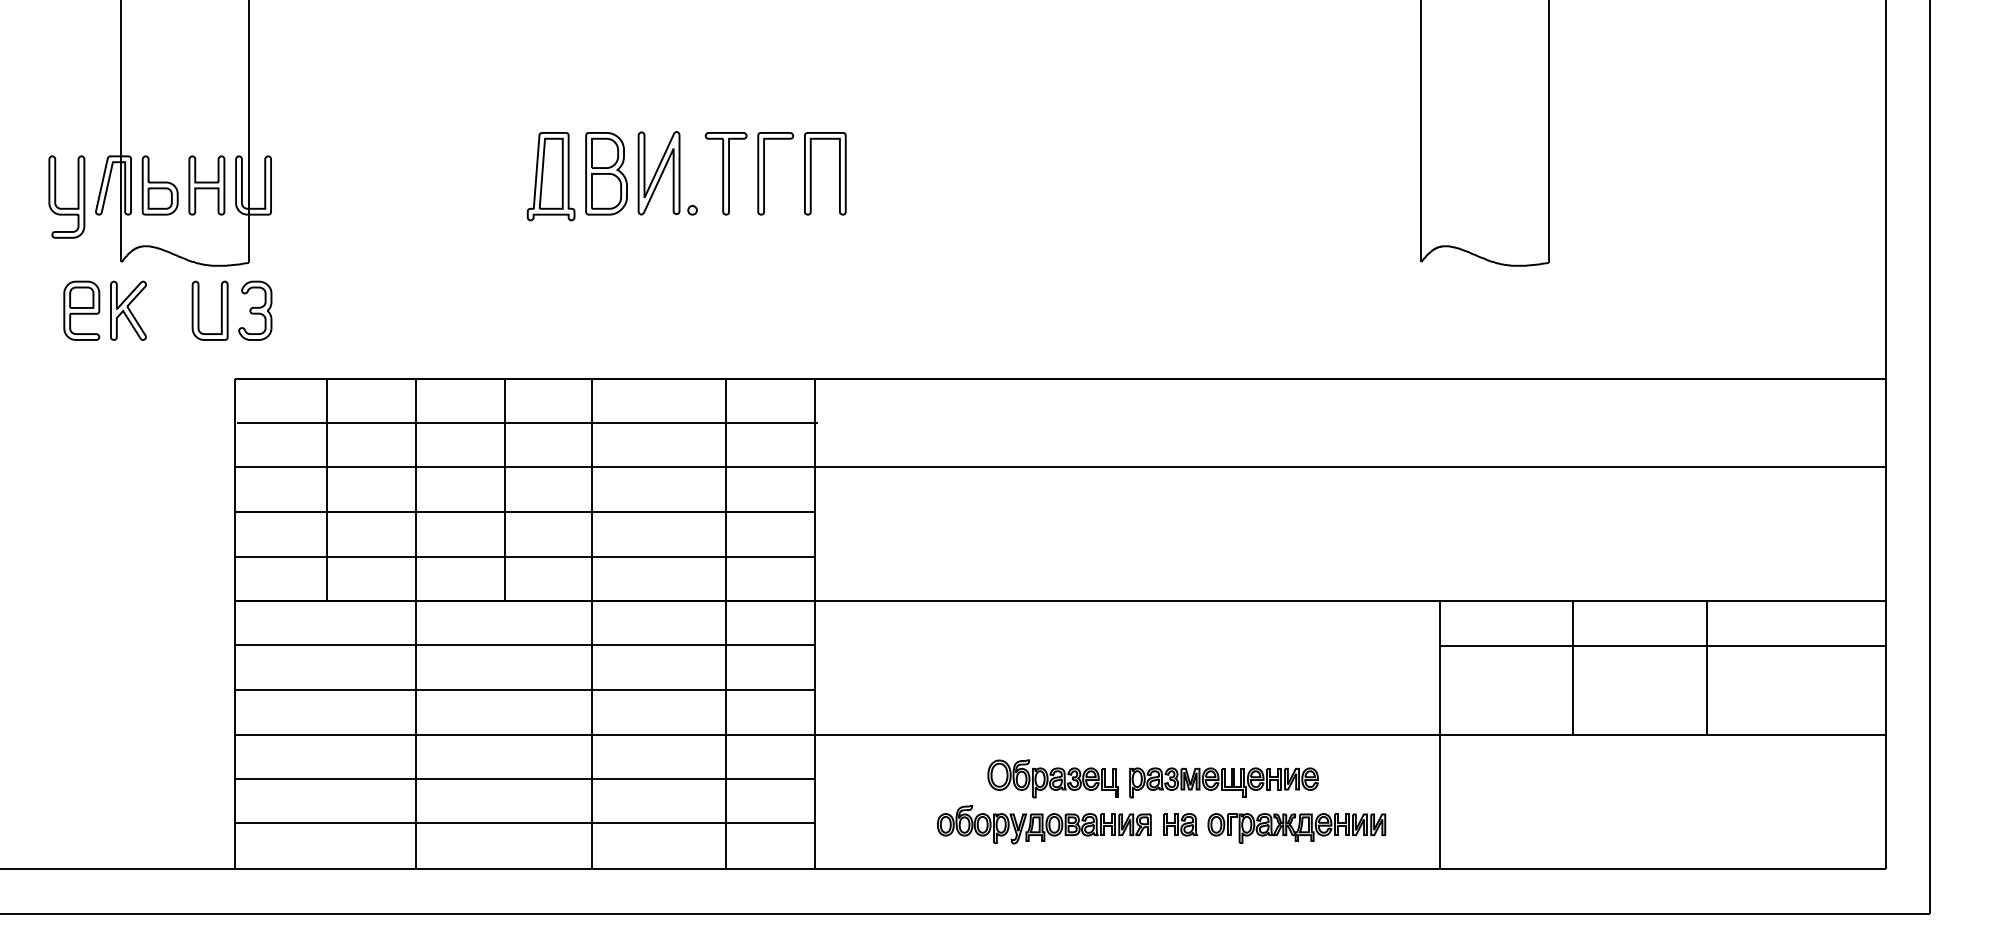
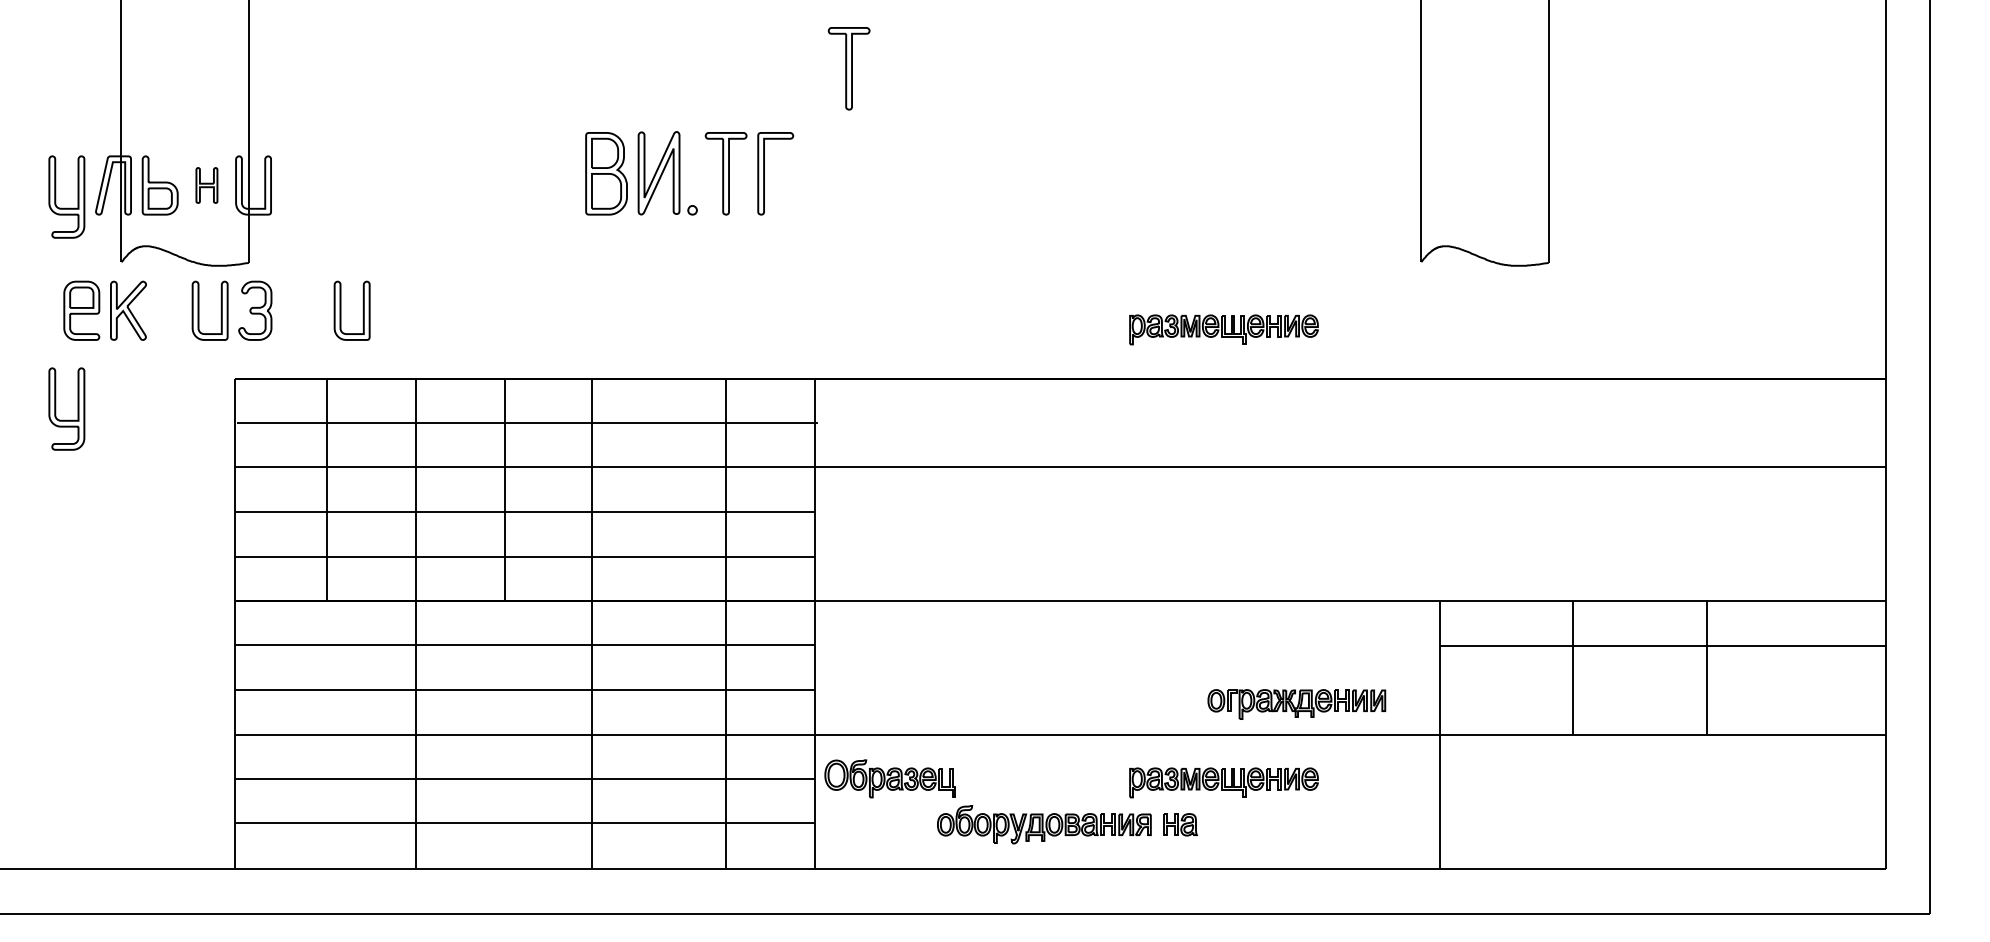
part at (848, 68): none -> present
part at (811, 173): present -> none
part at (550, 176): present -> none
part at (206, 185) size: 38x61 px -> 24x37 px
part at (341, 310): none -> present
part at (1223, 329): none -> present
part at (56, 408): none -> present
part at (1052, 778) position: (1052, 778) -> (889, 778)
part at (1296, 828) position: (1296, 828) -> (1296, 704)
